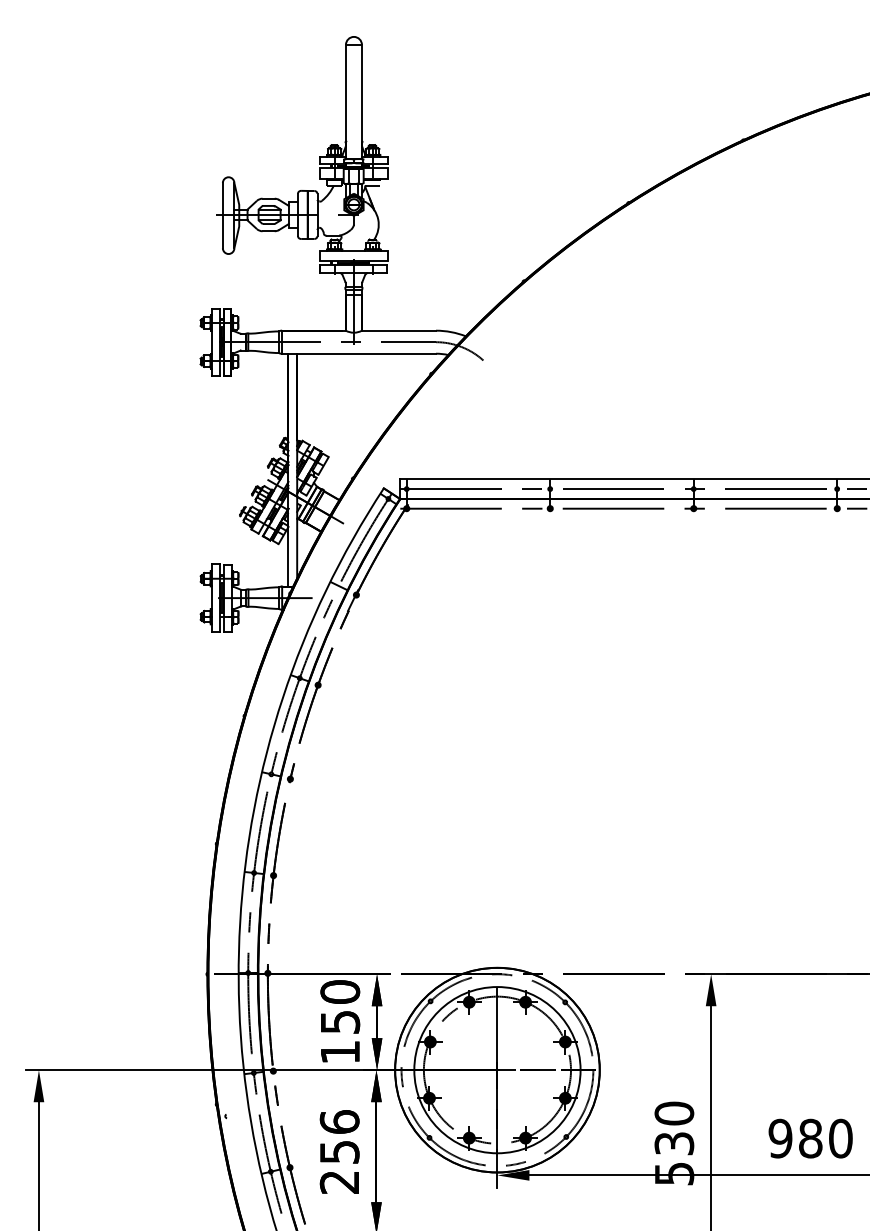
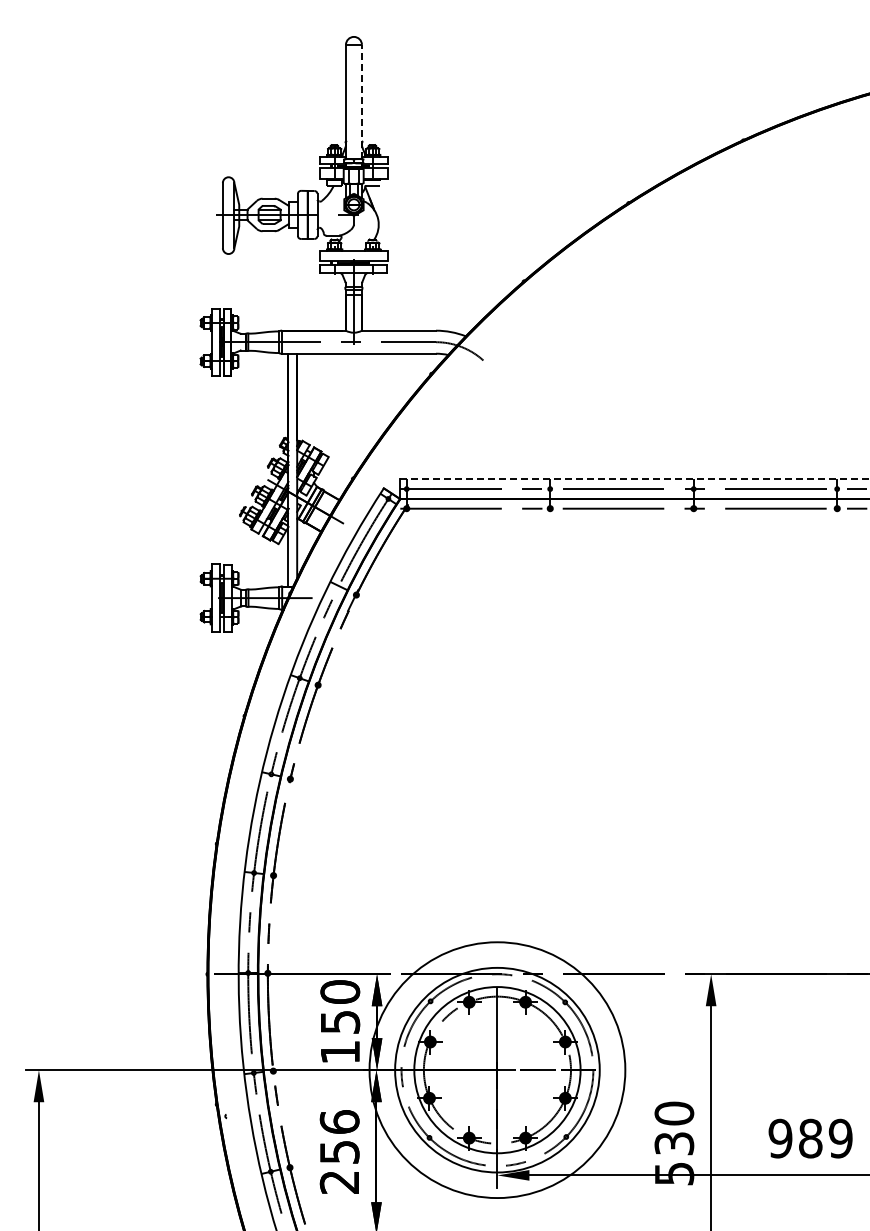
line at (361, 101): solid -> dashed
line at (635, 479): solid -> dashed
circle at (497, 1069) diameter: 205 px -> 256 px
text at (840, 1138): 980 -> 989
